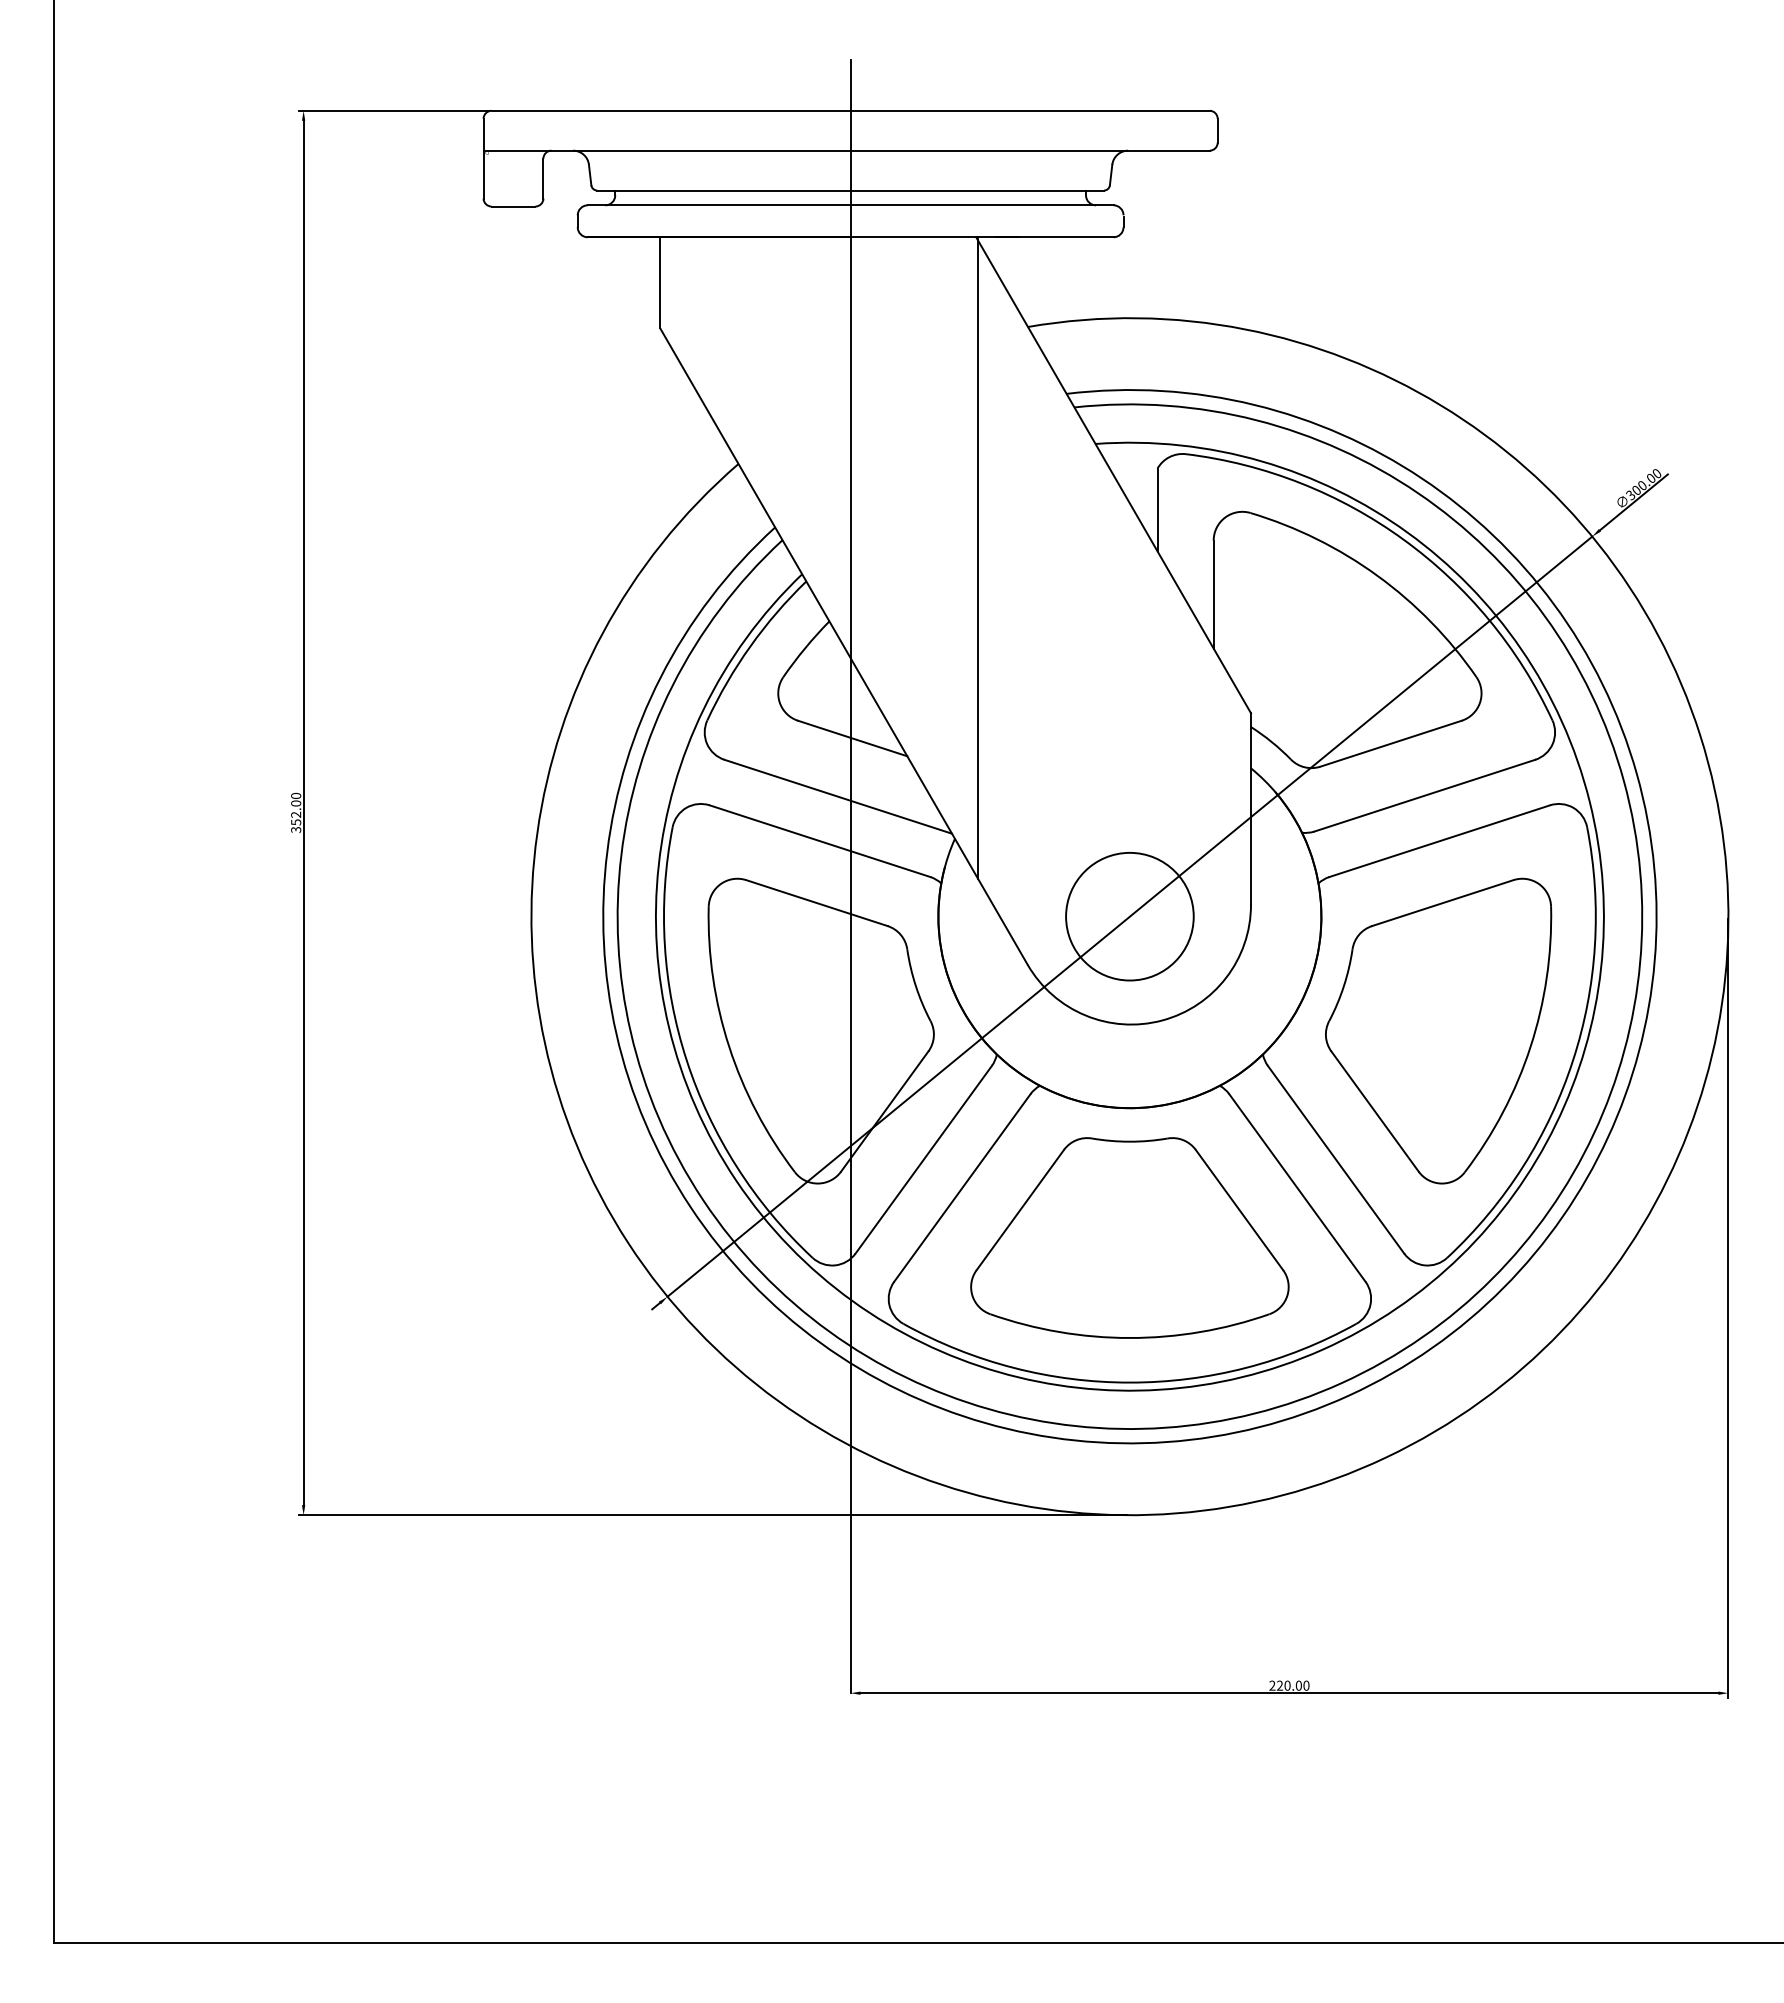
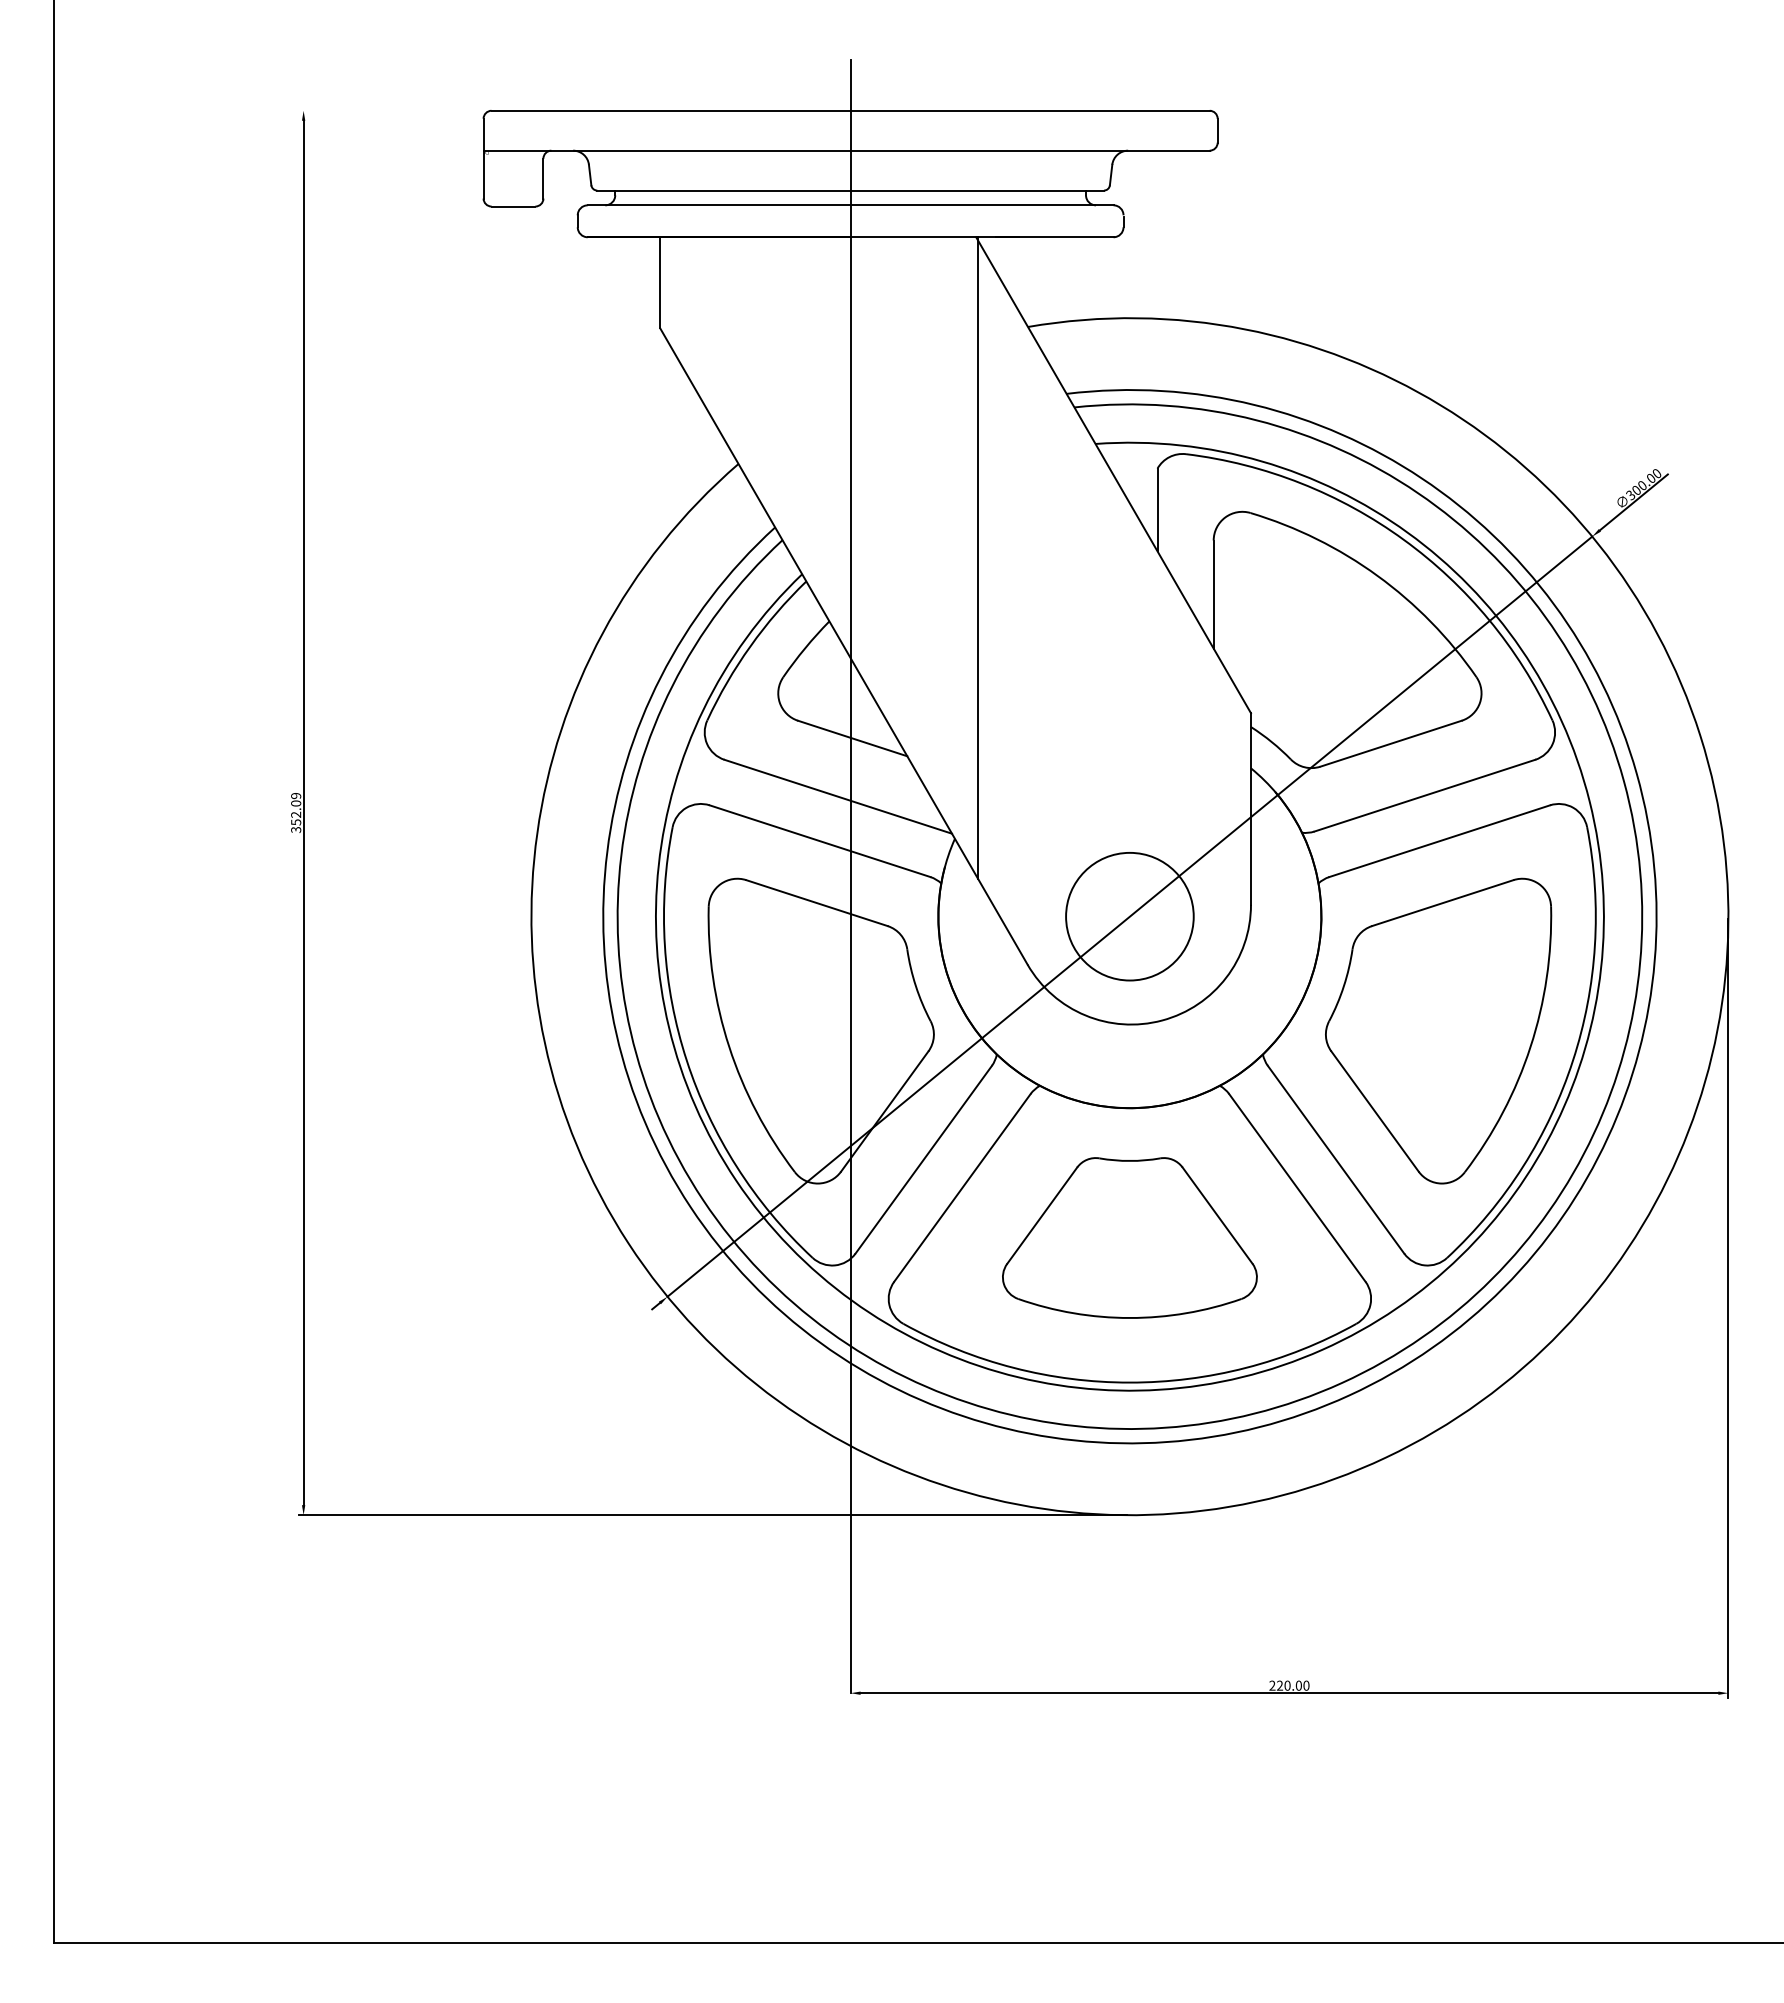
line at (393, 110): present -> none
text at (296, 796): 352.00 -> 352.09
part at (1129, 1237) size: 320x202 px -> 256x162 px
